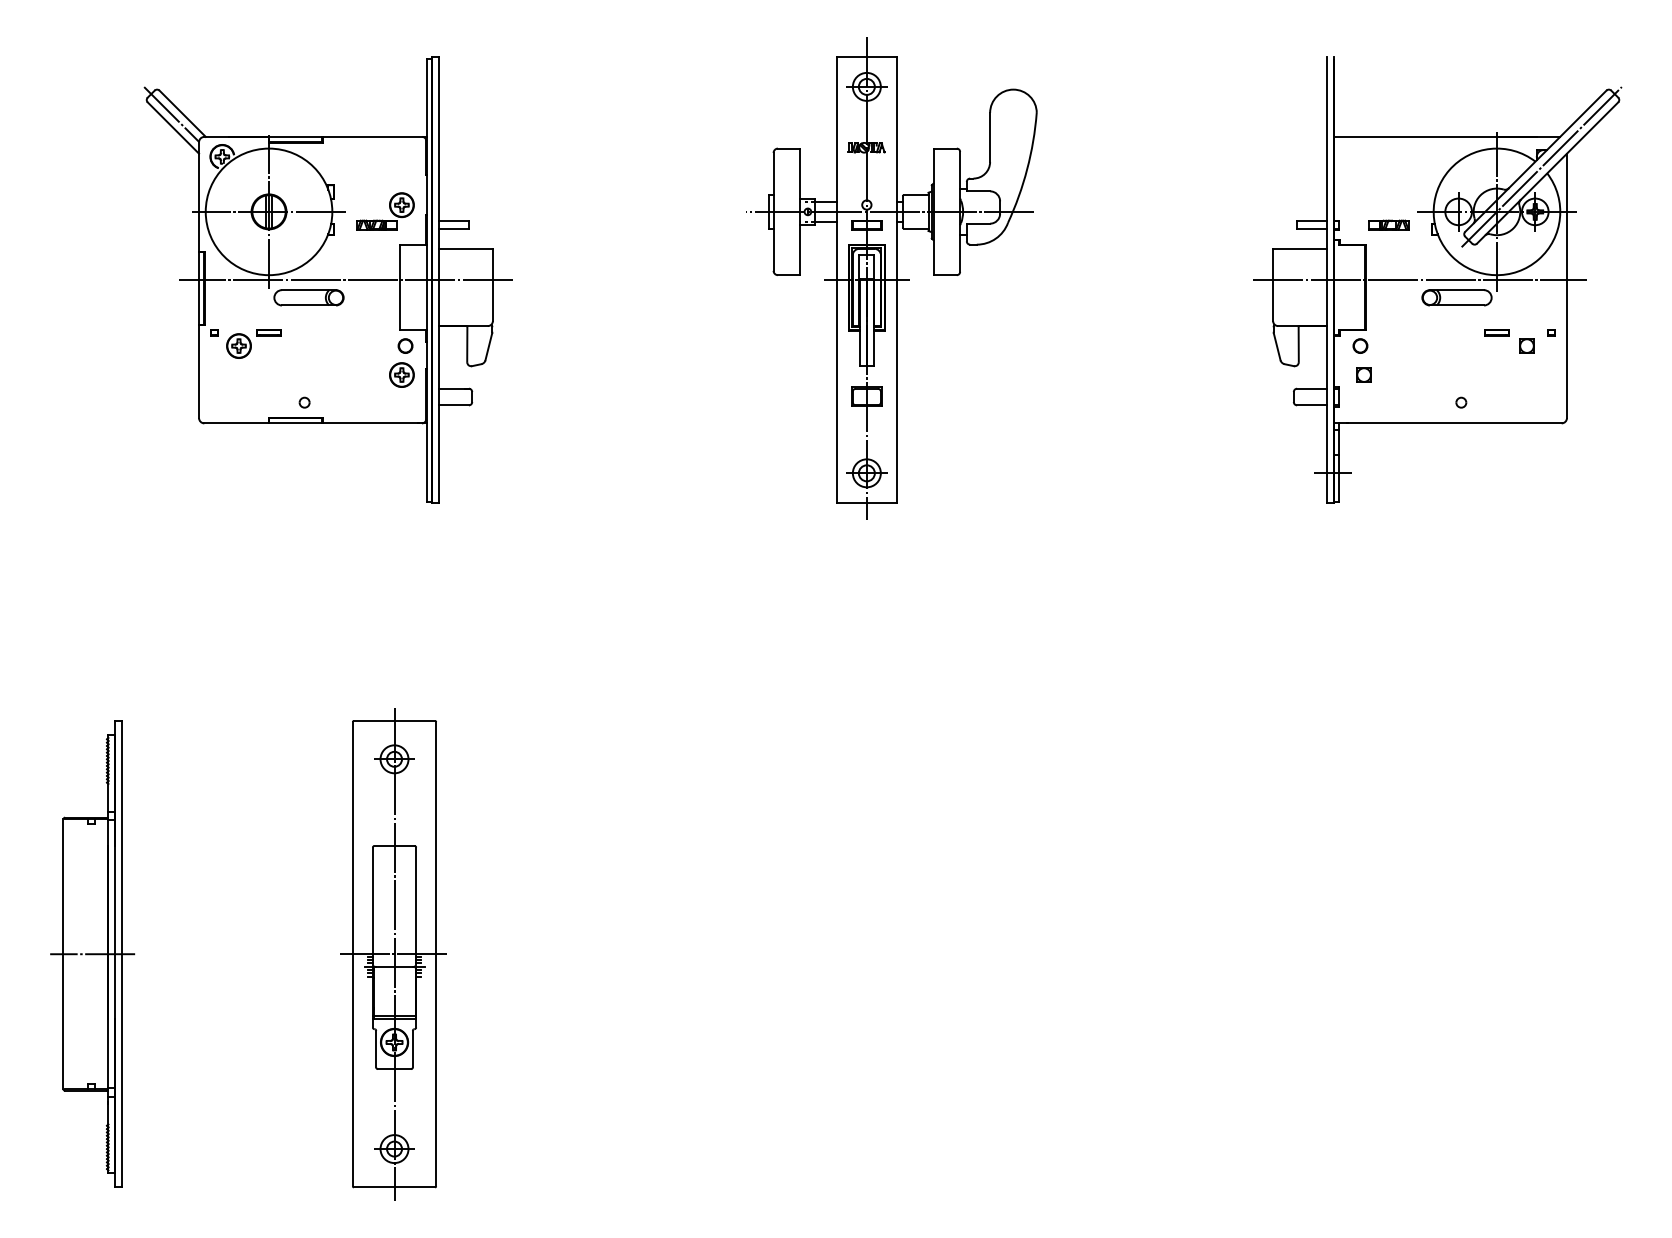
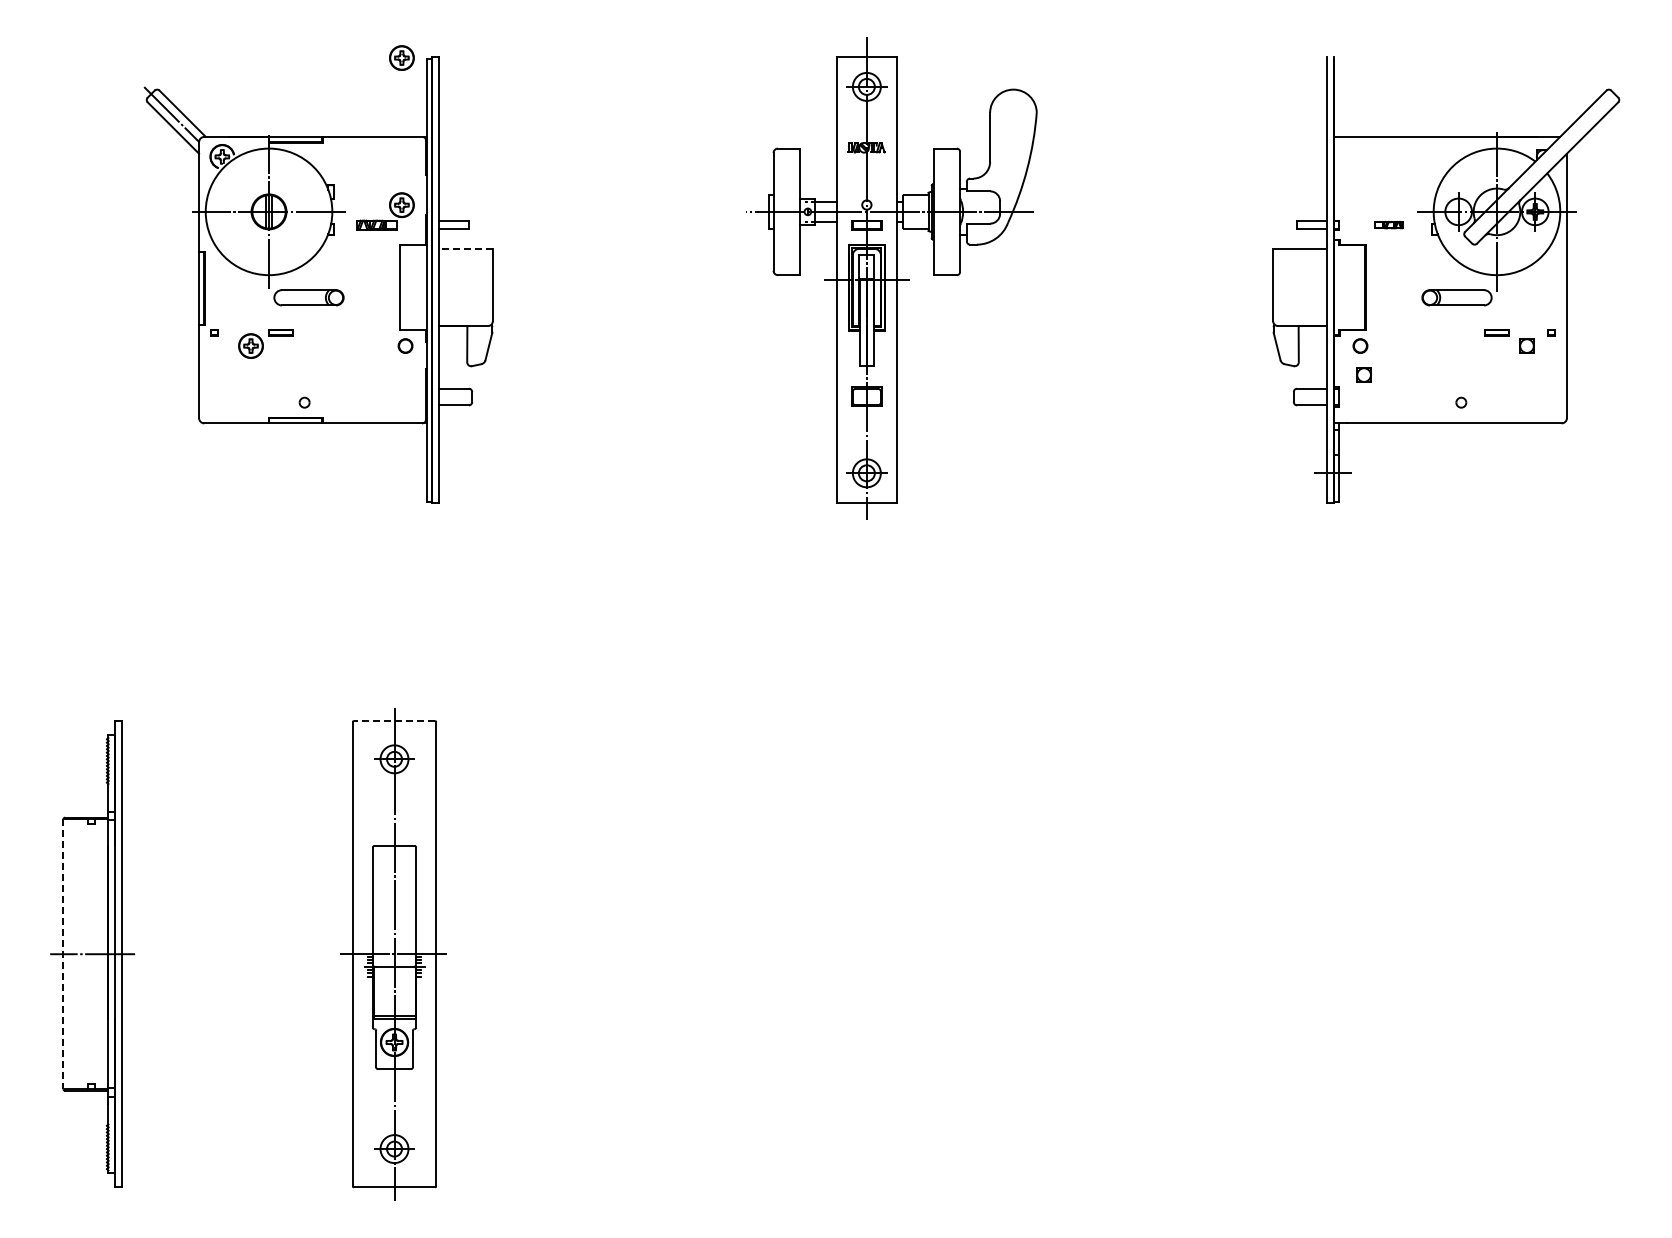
line at (1541, 167): present -> none
part at (1388, 224) size: 42x12 px -> 30x9 px
line at (465, 248): solid -> dashed
line at (345, 280): present -> none
line at (1419, 280): present -> none
part at (253, 343) position: (253, 343) -> (265, 343)
part at (401, 374) position: (401, 374) -> (401, 57)
line at (394, 721): solid -> dashed
line at (63, 954): solid -> dashed
